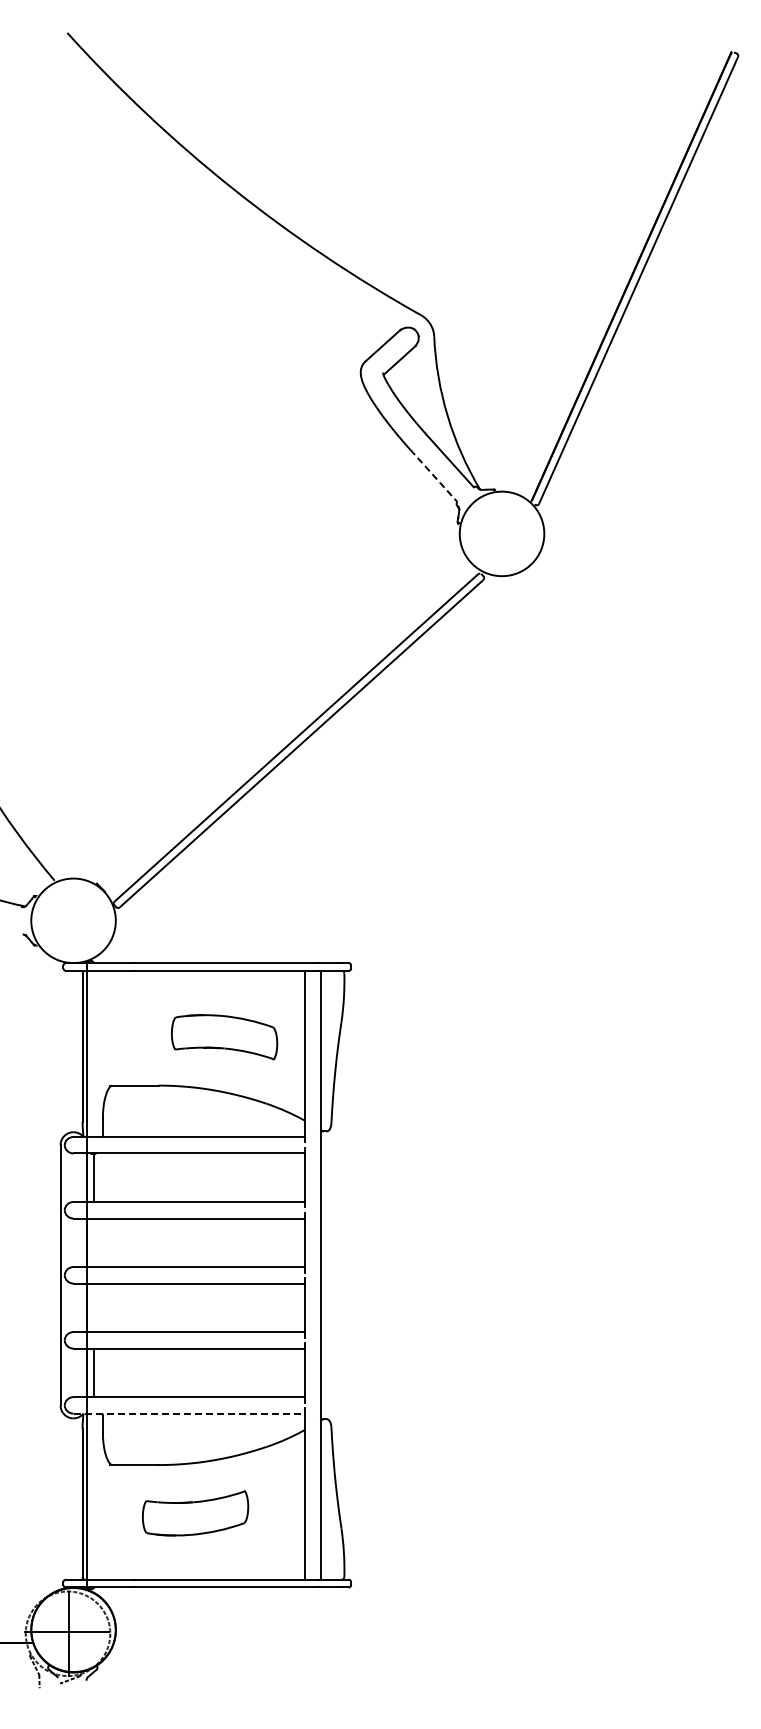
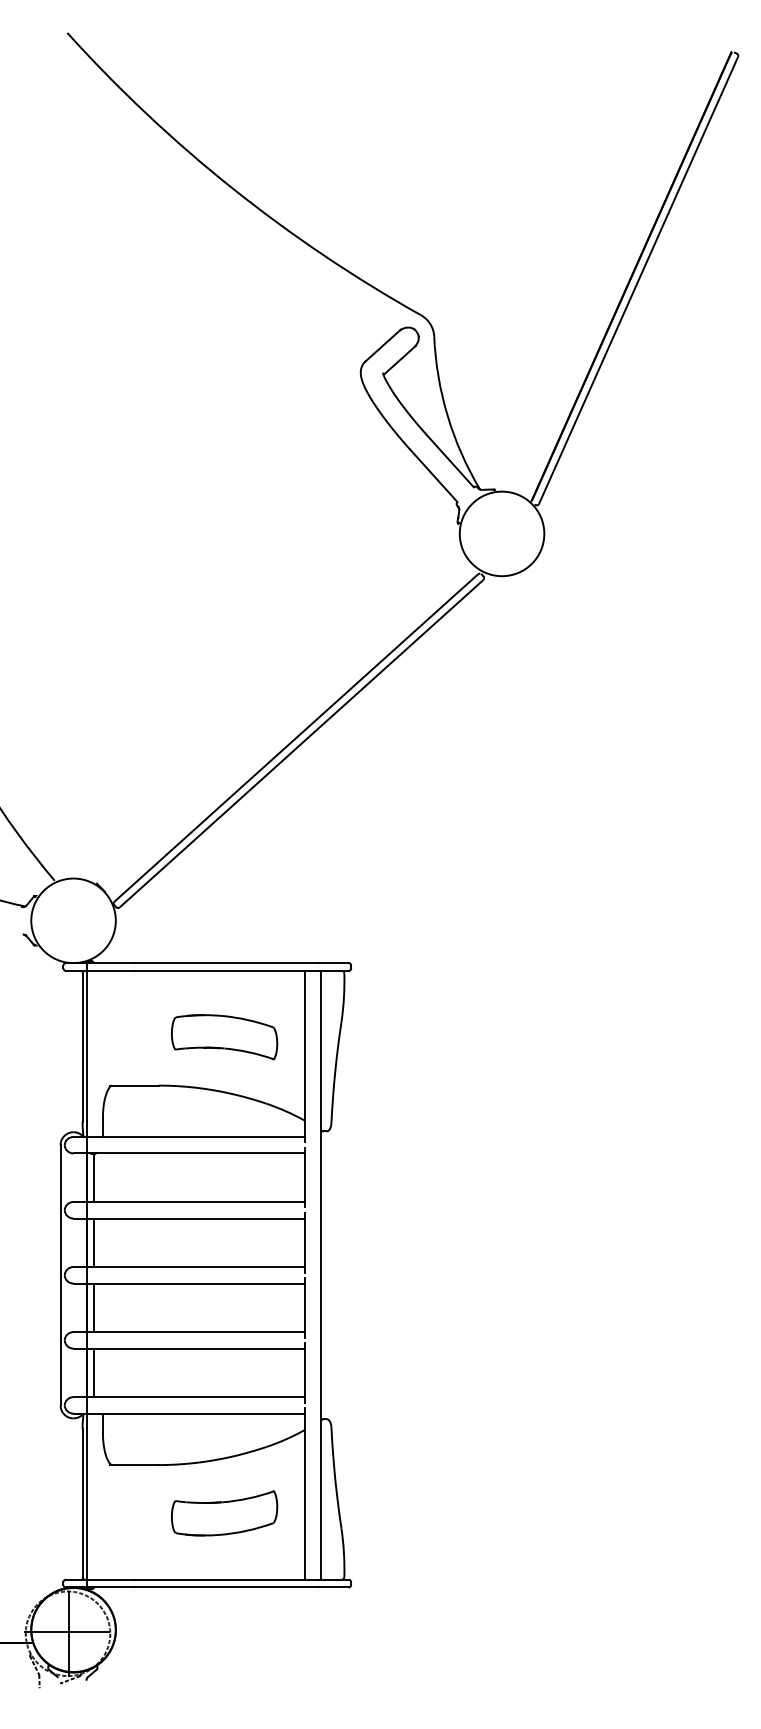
line at (434, 476): dashed -> solid
line at (94, 1242): none -> present
line at (94, 1307): none -> present
line at (189, 1413): dashed -> solid
part at (195, 1513) position: (195, 1513) -> (224, 1513)
